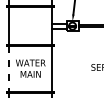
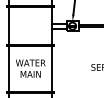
line at (9, 69): dashed -> solid
